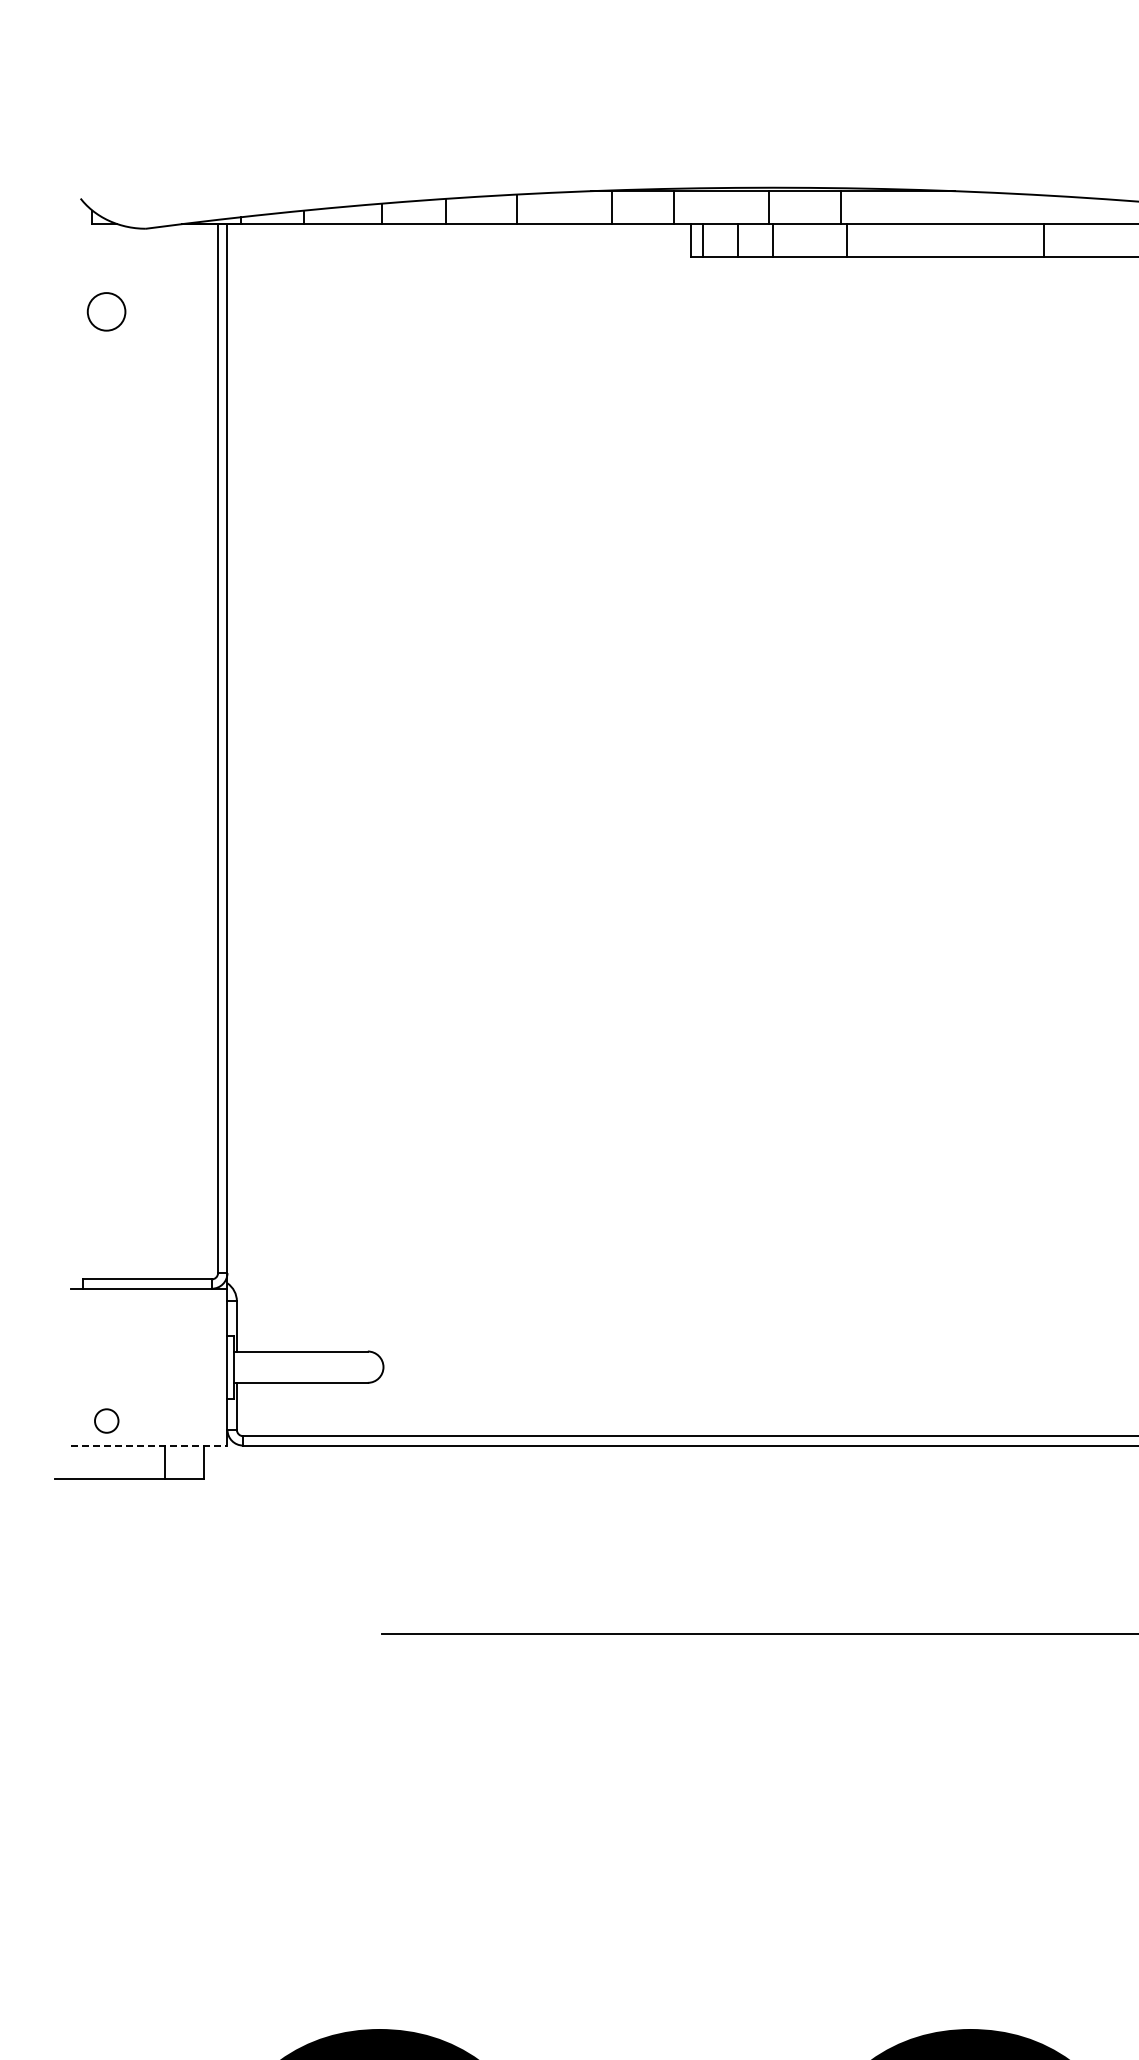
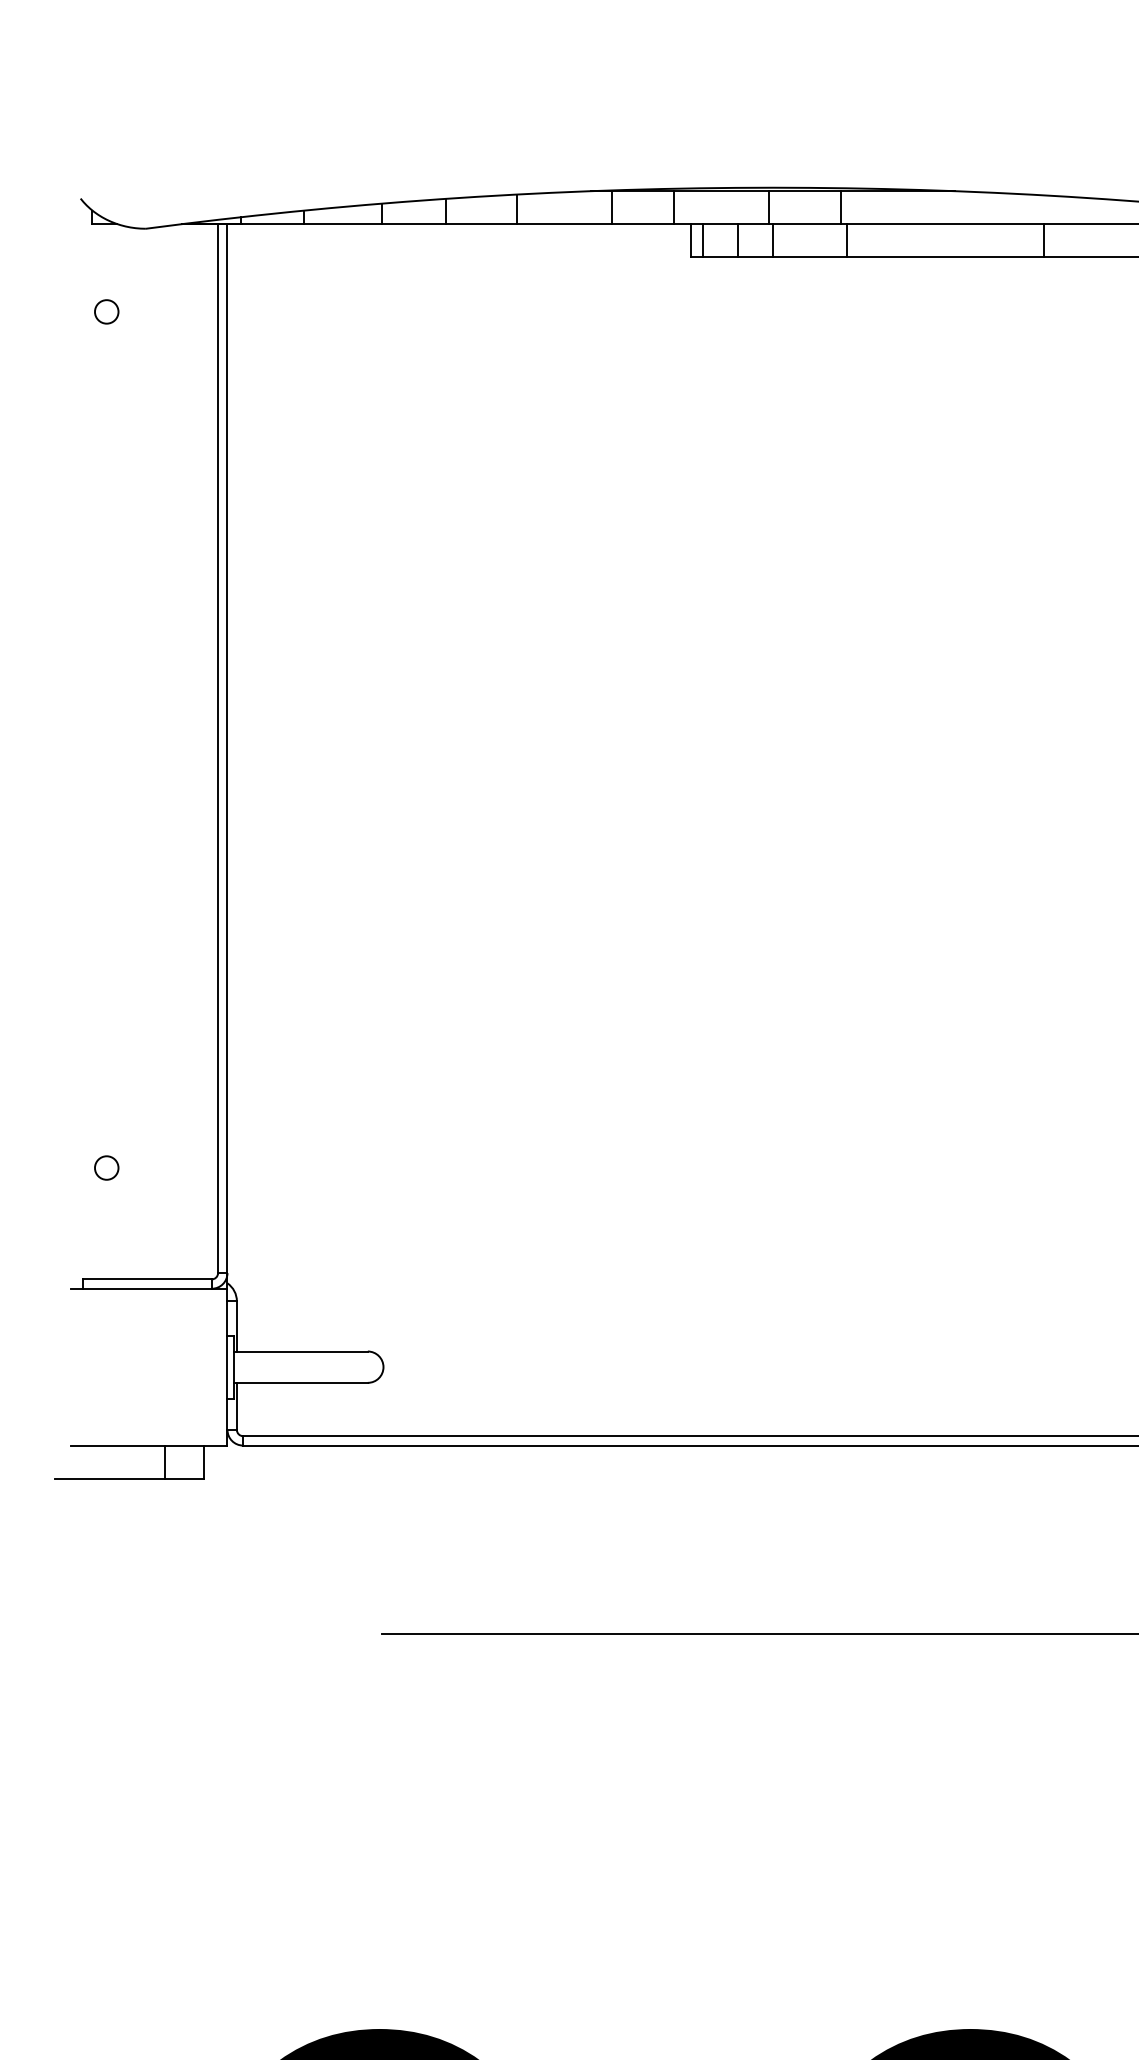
circle at (106, 311) size: 41x40 px -> 26x26 px
circle at (106, 1420) position: (106, 1420) -> (106, 1167)
line at (149, 1445): dashed -> solid
